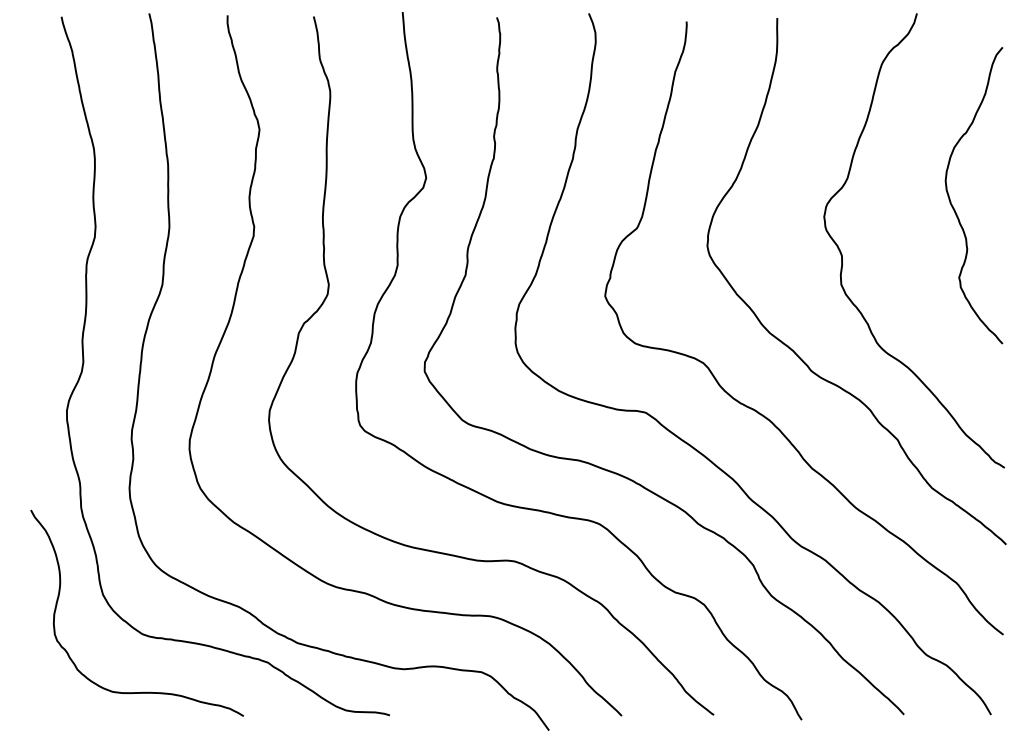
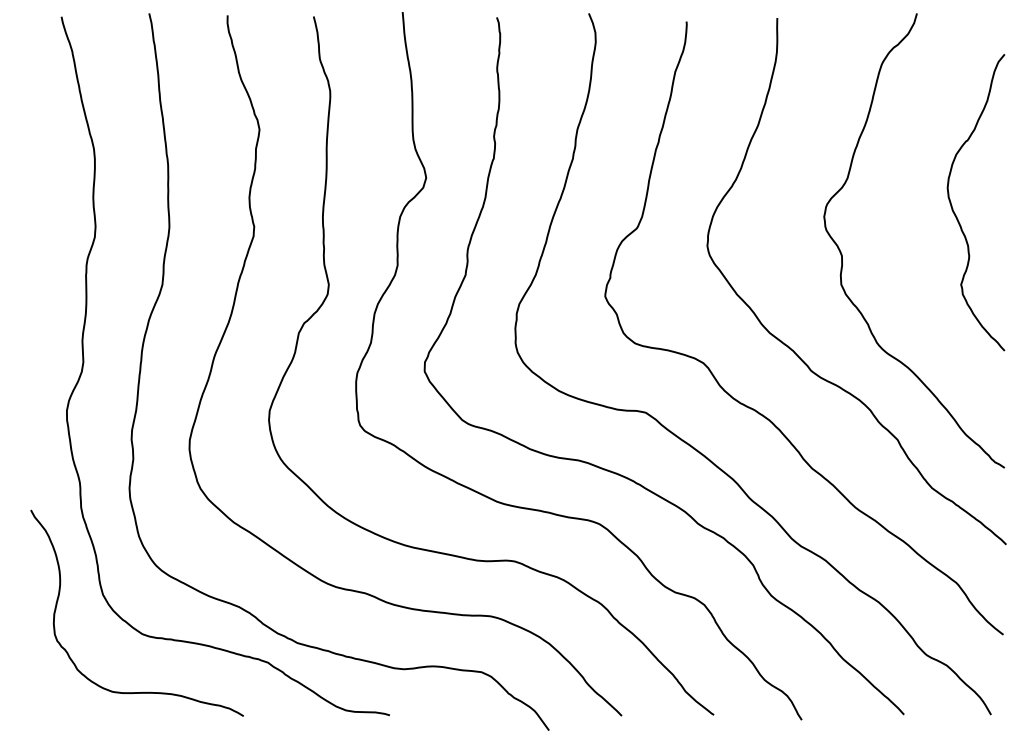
curve at (951, 201) position: (951, 201) -> (953, 208)
